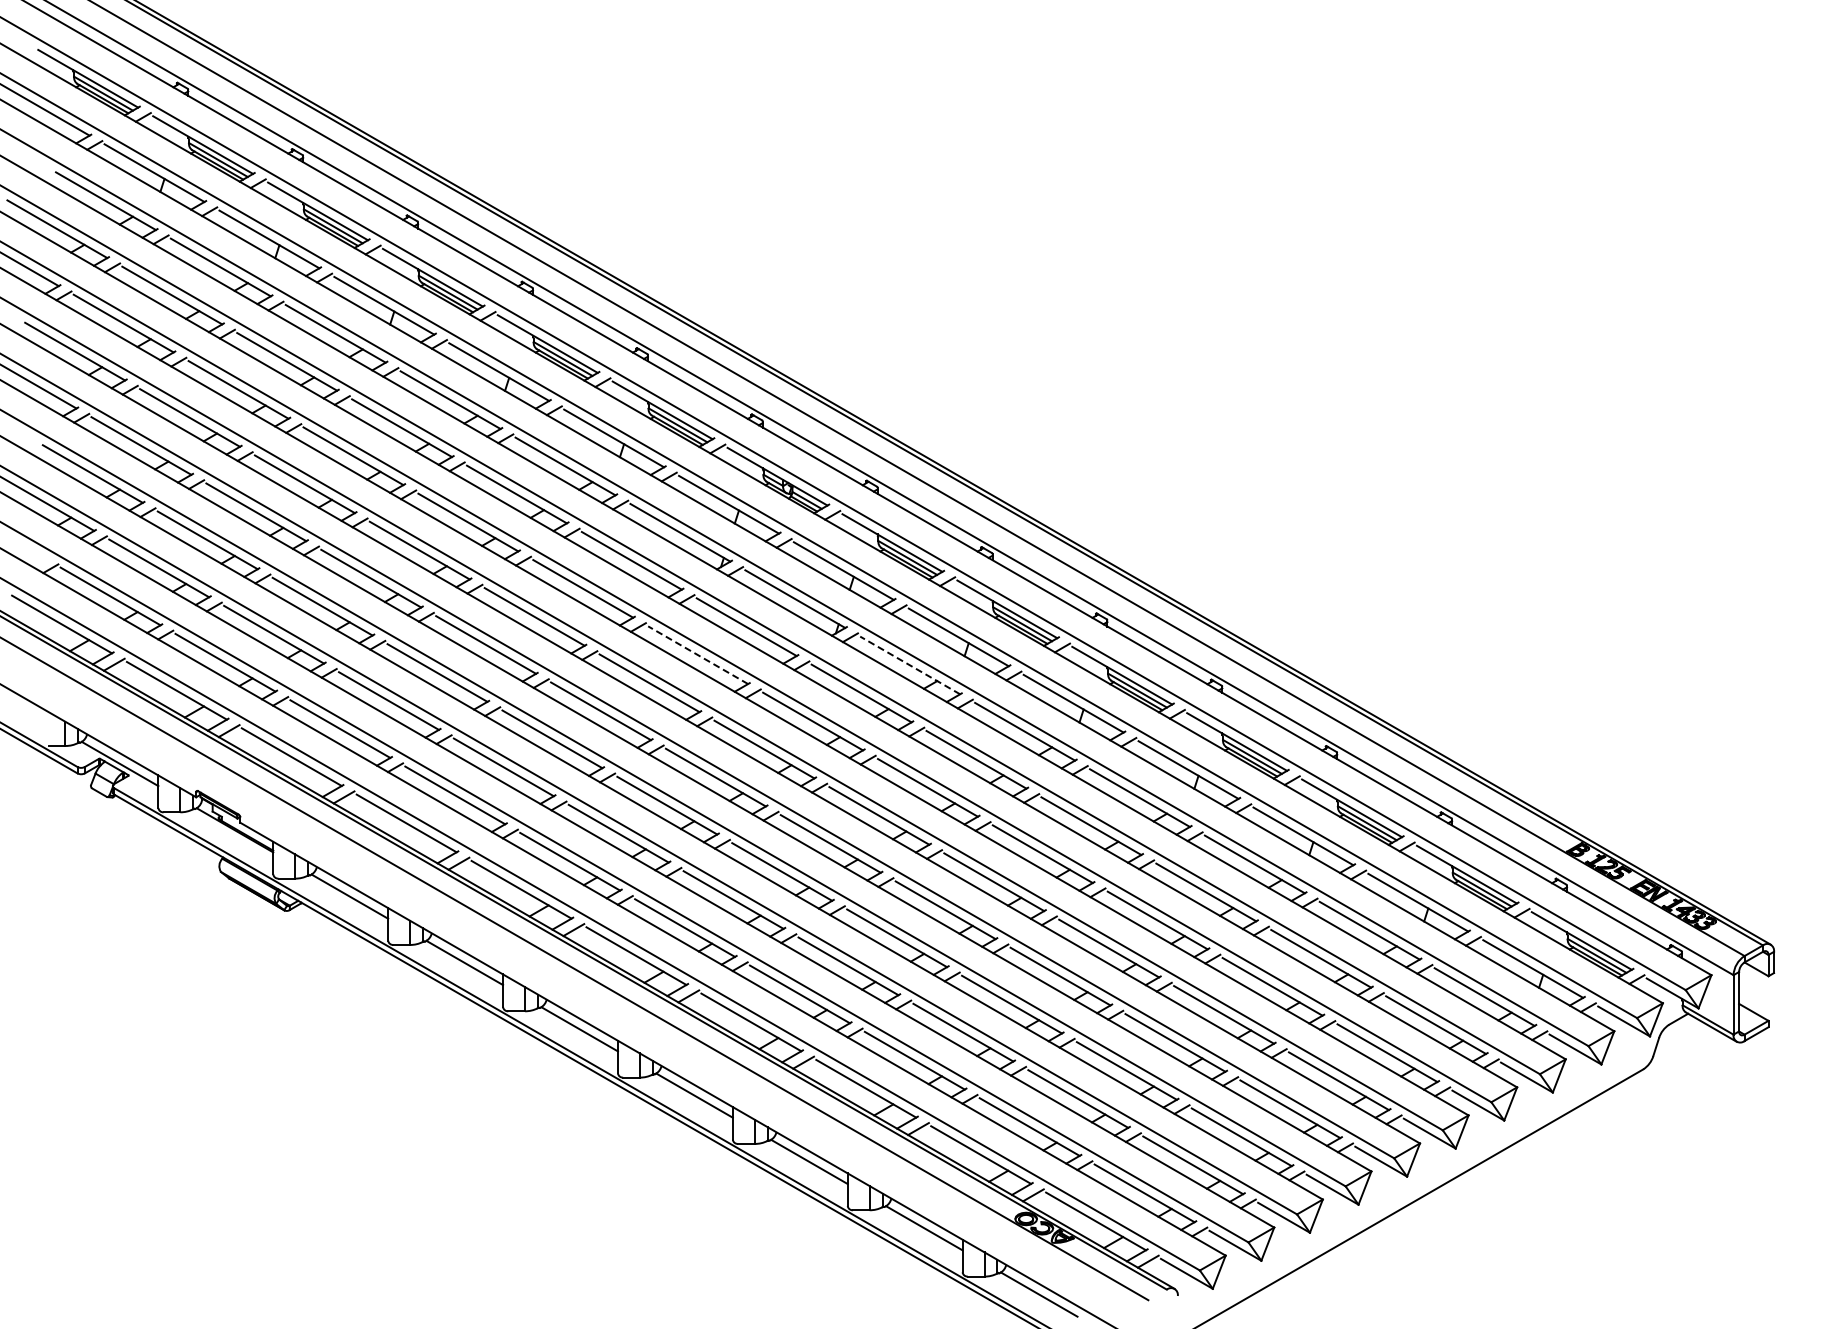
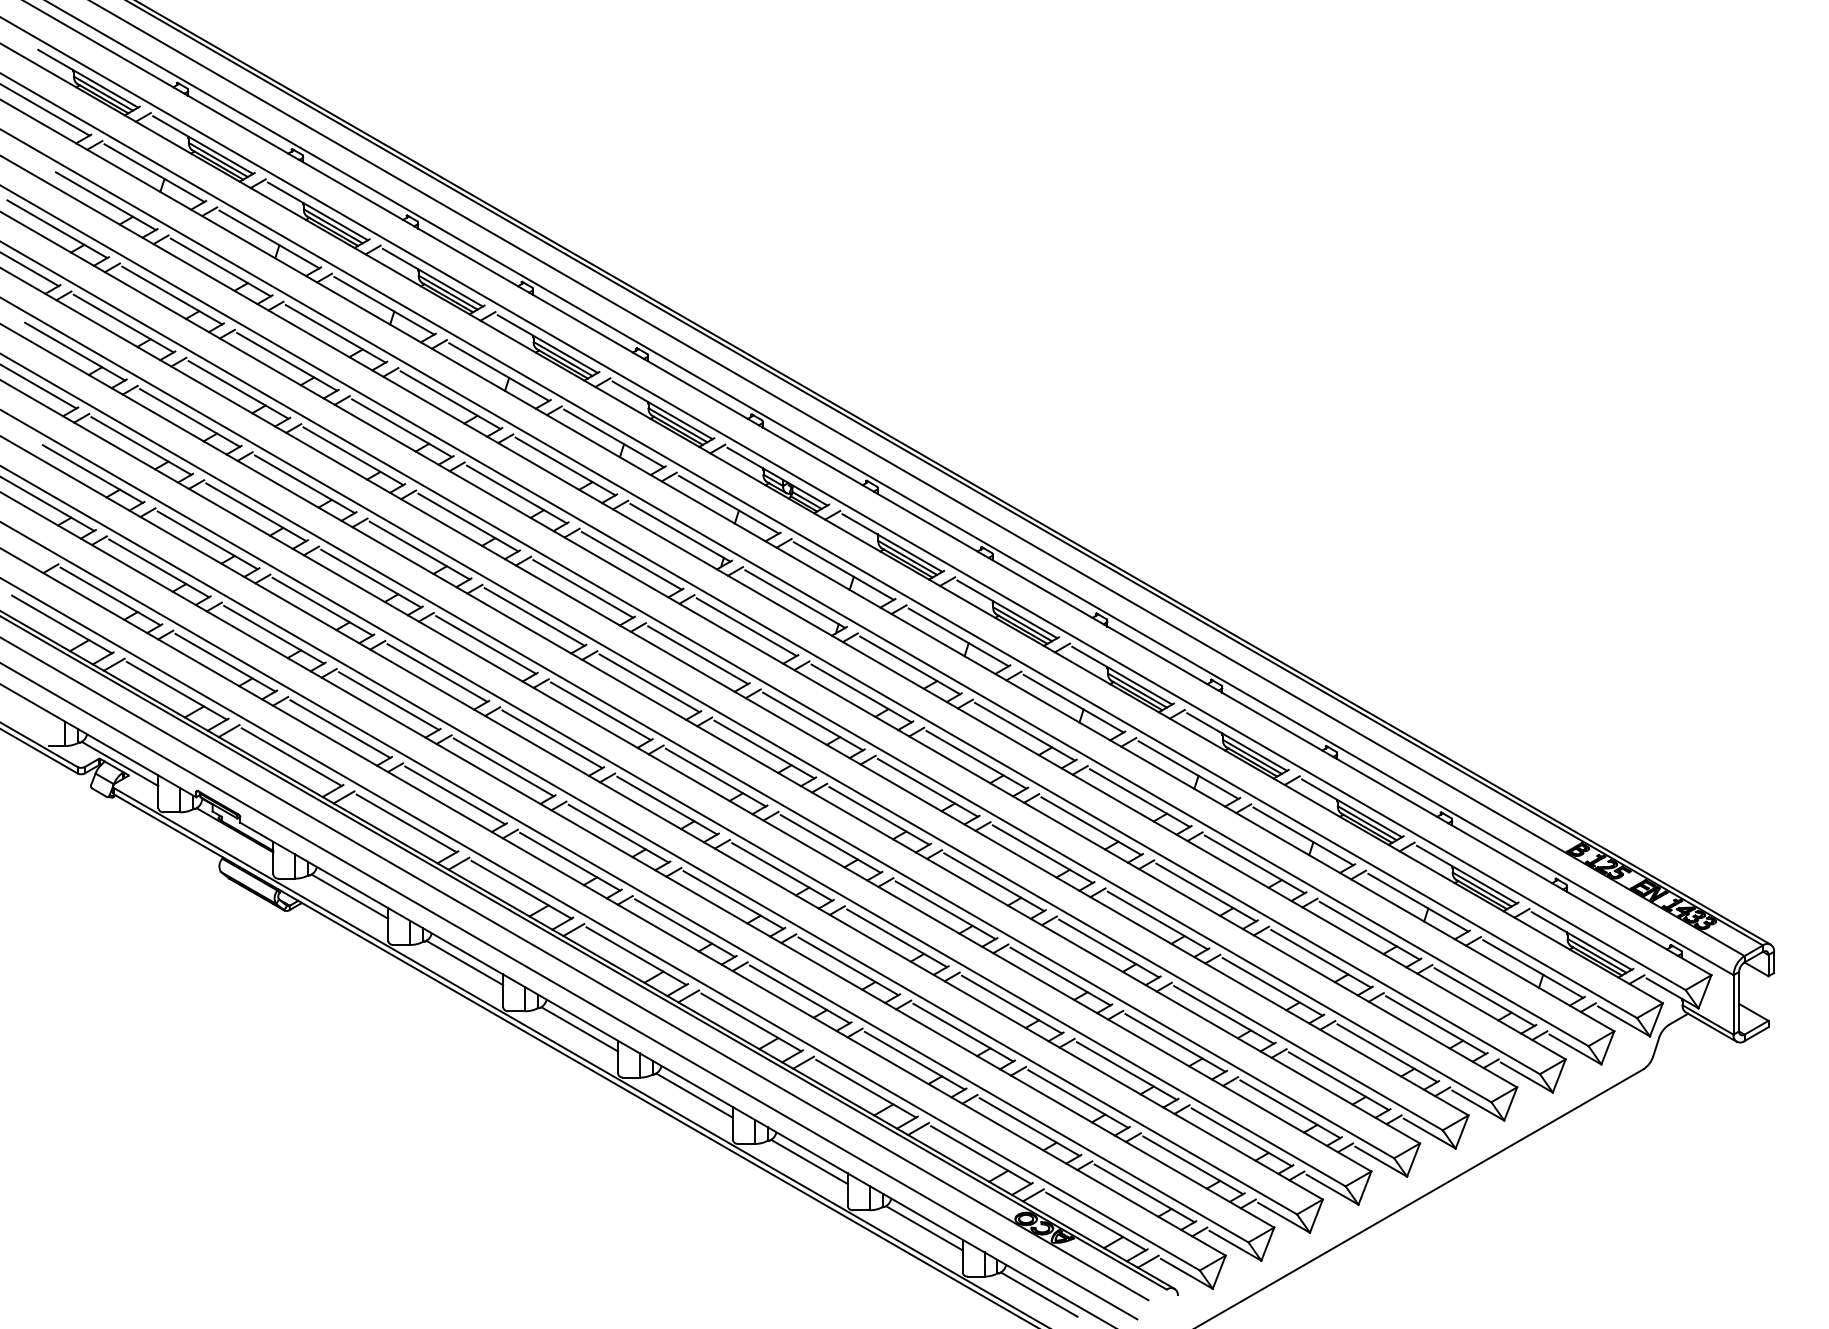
line at (698, 655): dashed -> solid
line at (910, 665): dashed -> solid
line at (569, 991): none -> present
